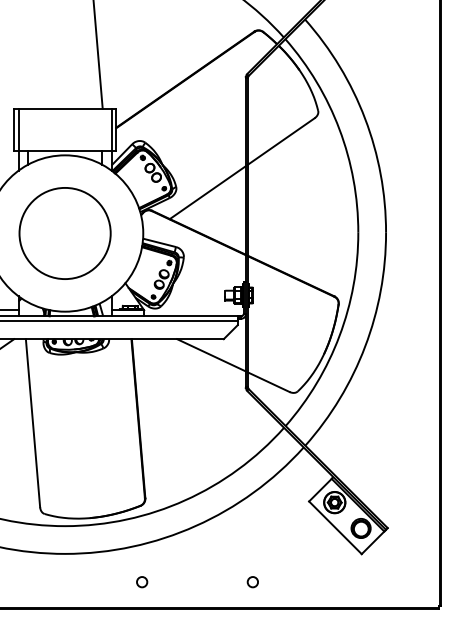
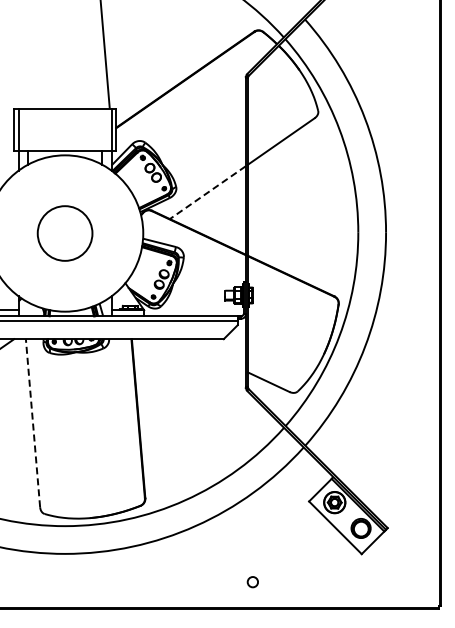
line at (97, 55) position: (97, 55) -> (104, 54)
line at (207, 192): solid -> dashed
circle at (64, 233) diameter: 91 px -> 55 px
line at (211, 355): present -> none
line at (32, 422): solid -> dashed
circle at (142, 582): present -> none
